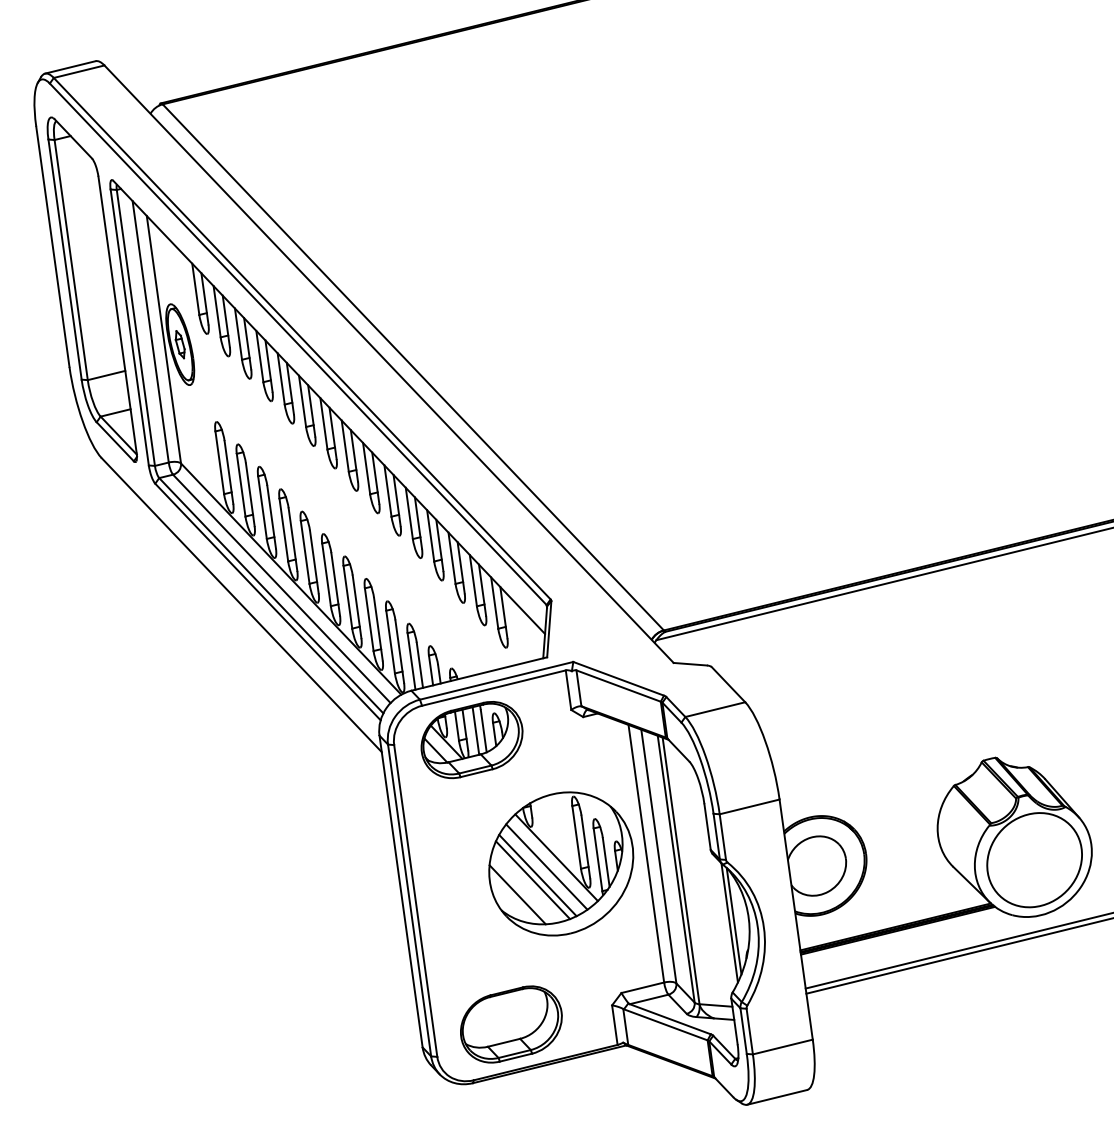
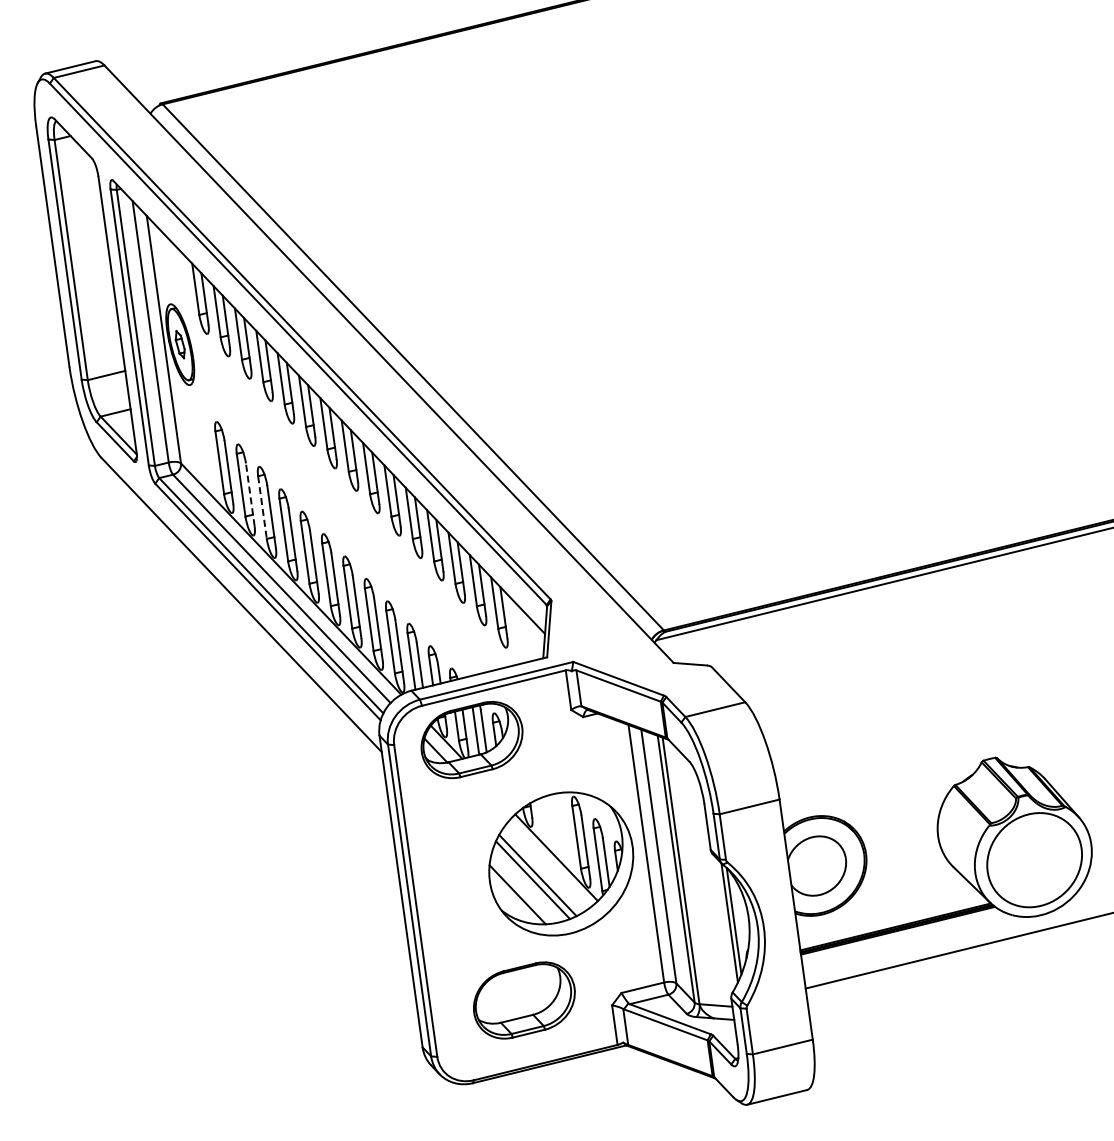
line at (250, 494): solid -> dashed
line at (262, 507): solid -> dashed
line at (546, 866): present -> none
line at (958, 955): present -> none
part at (511, 1024) position: (511, 1024) -> (524, 1000)
